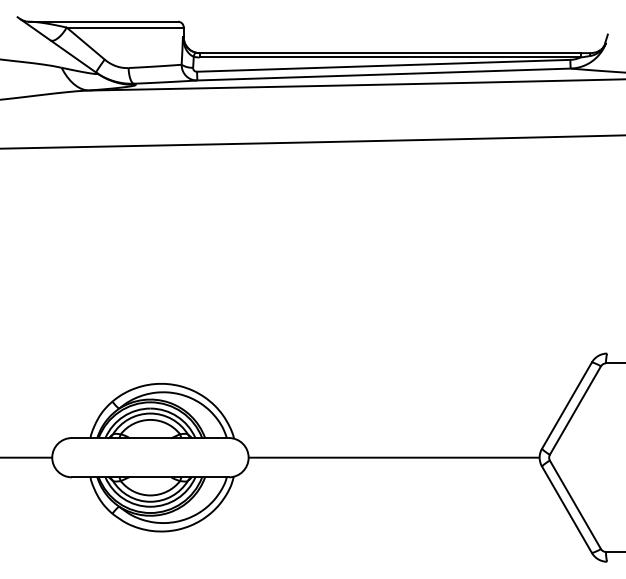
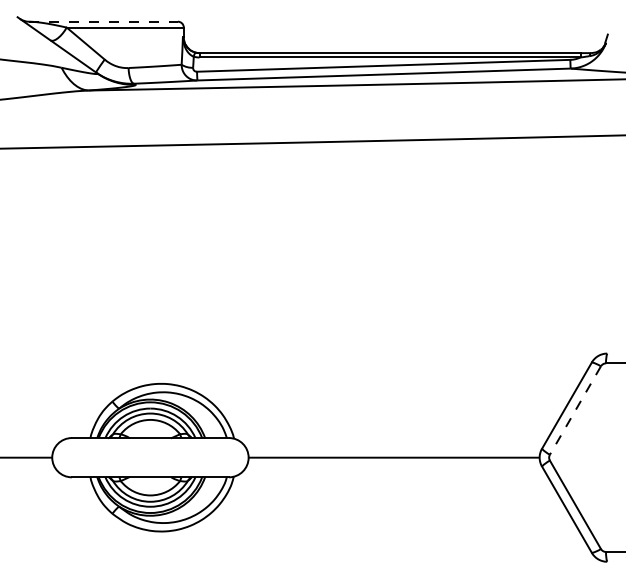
line at (103, 21): solid -> dashed
line at (575, 410): solid -> dashed
